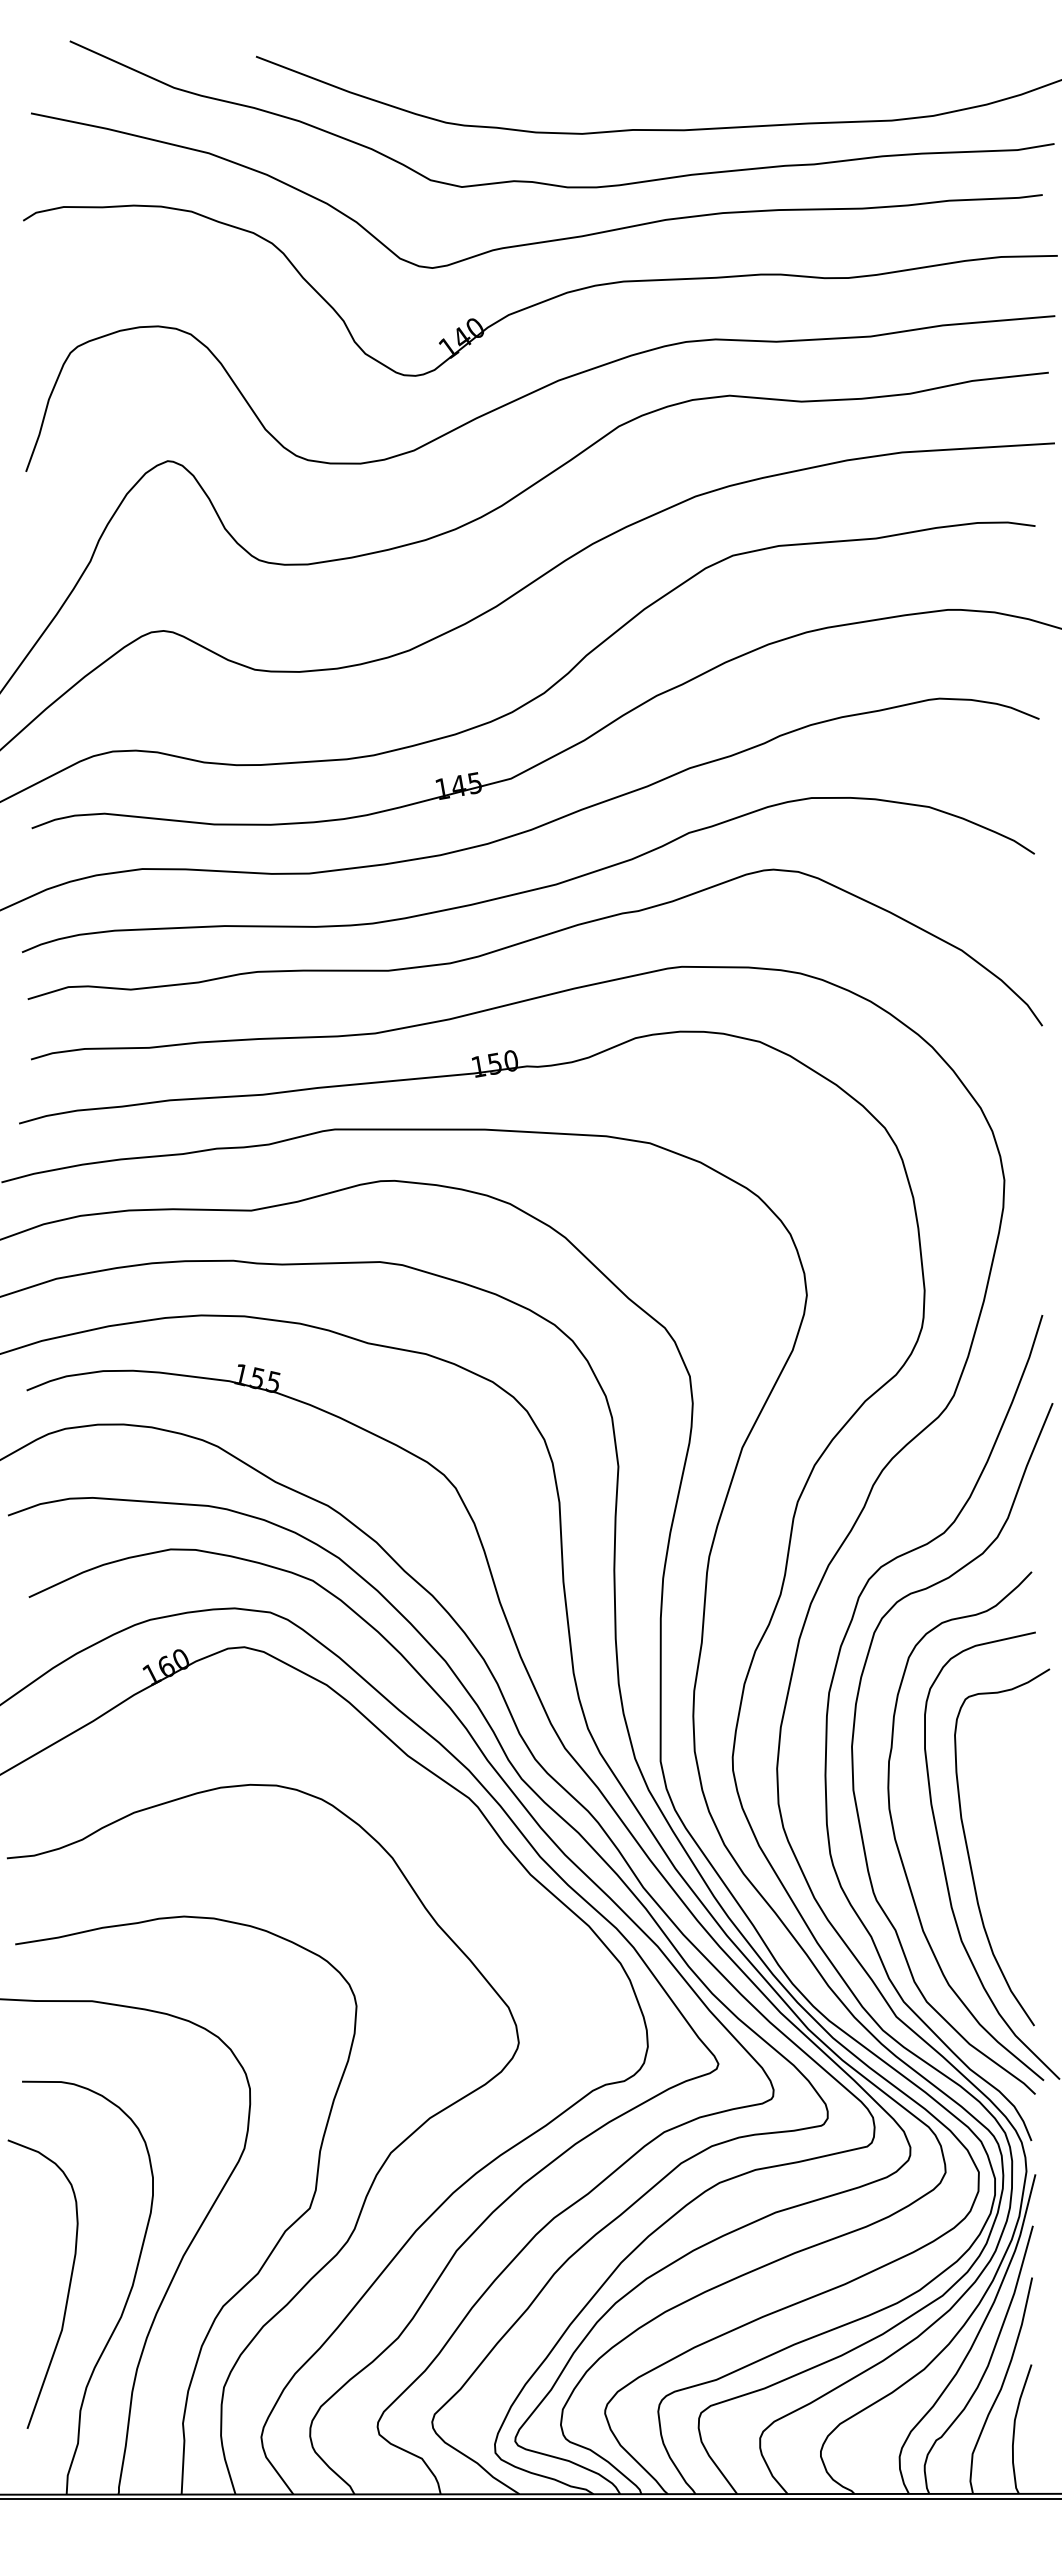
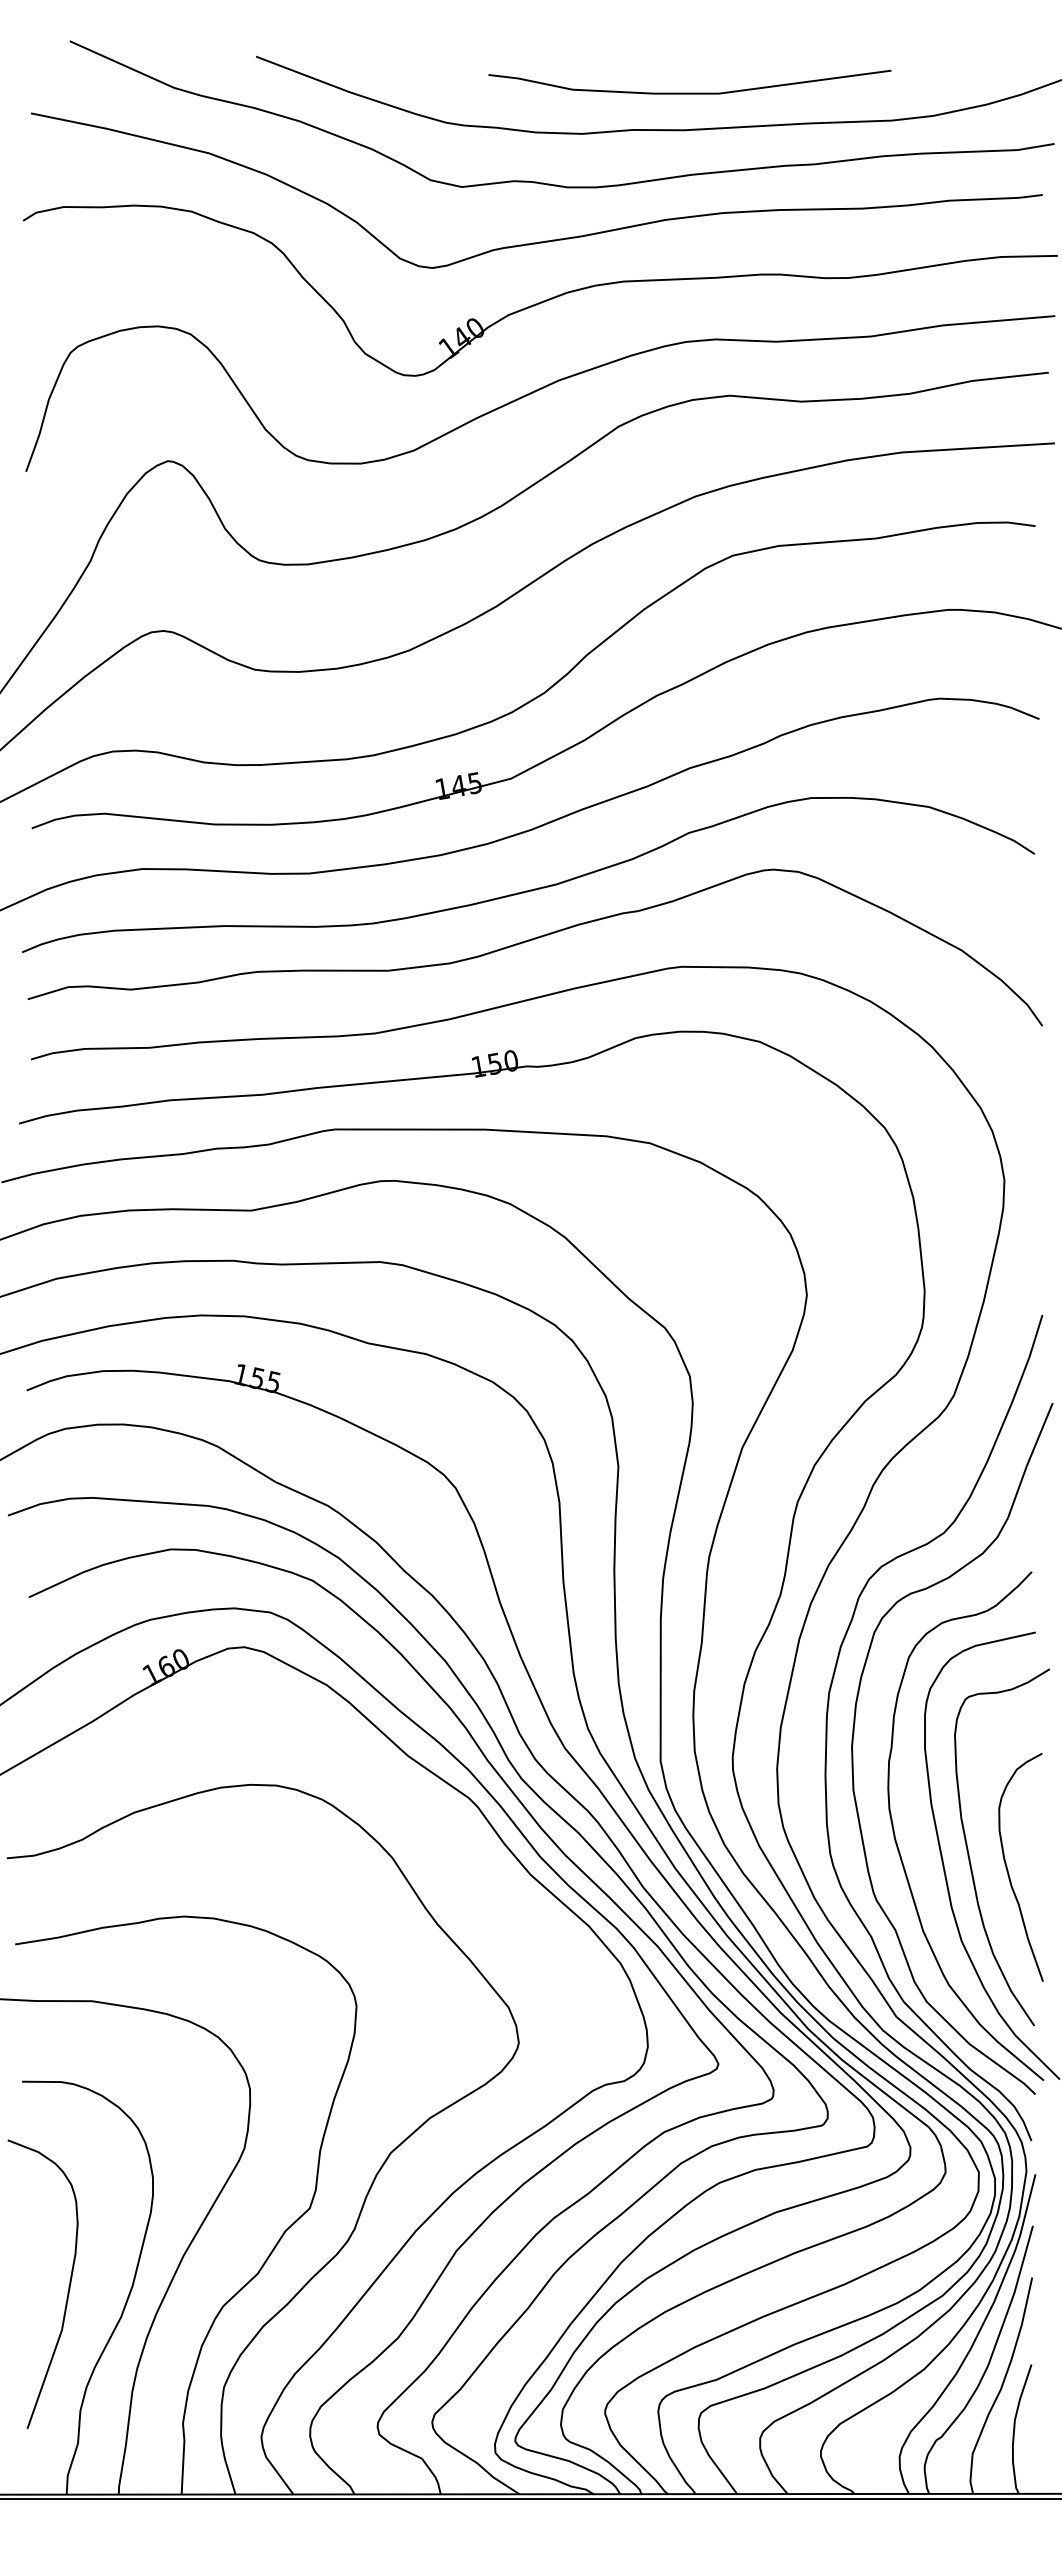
curve at (689, 92): none -> present
curve at (1008, 1870): none -> present
